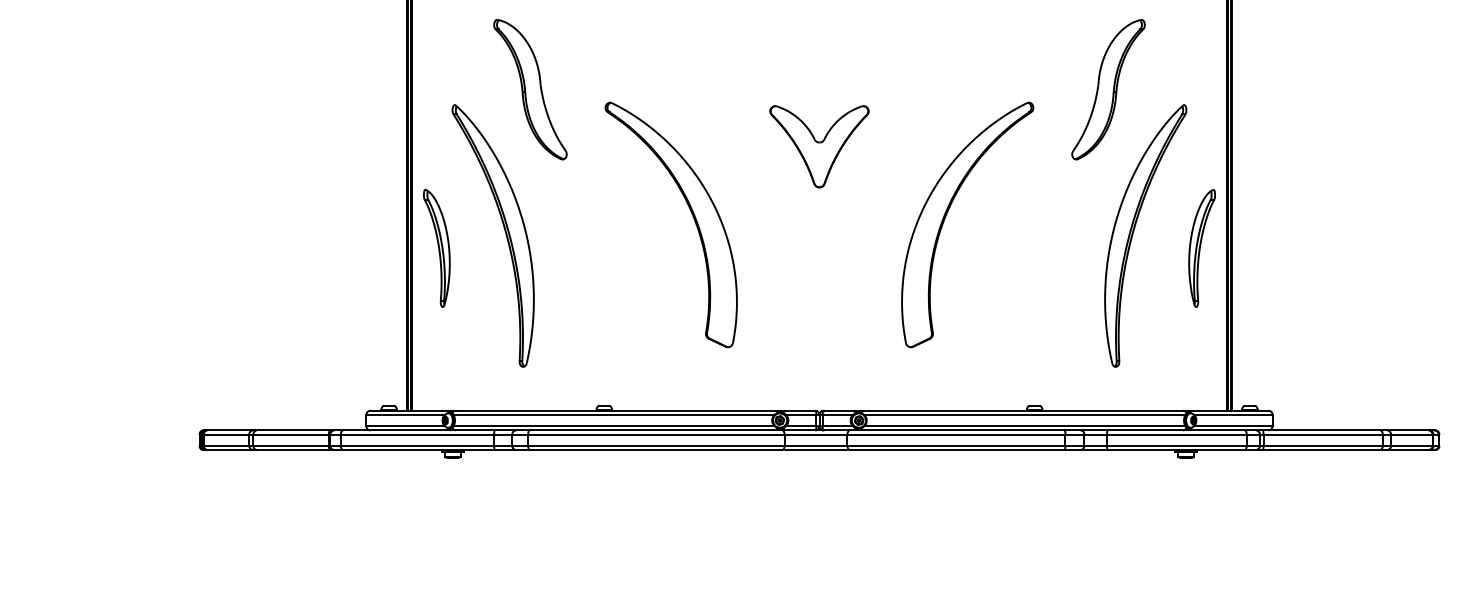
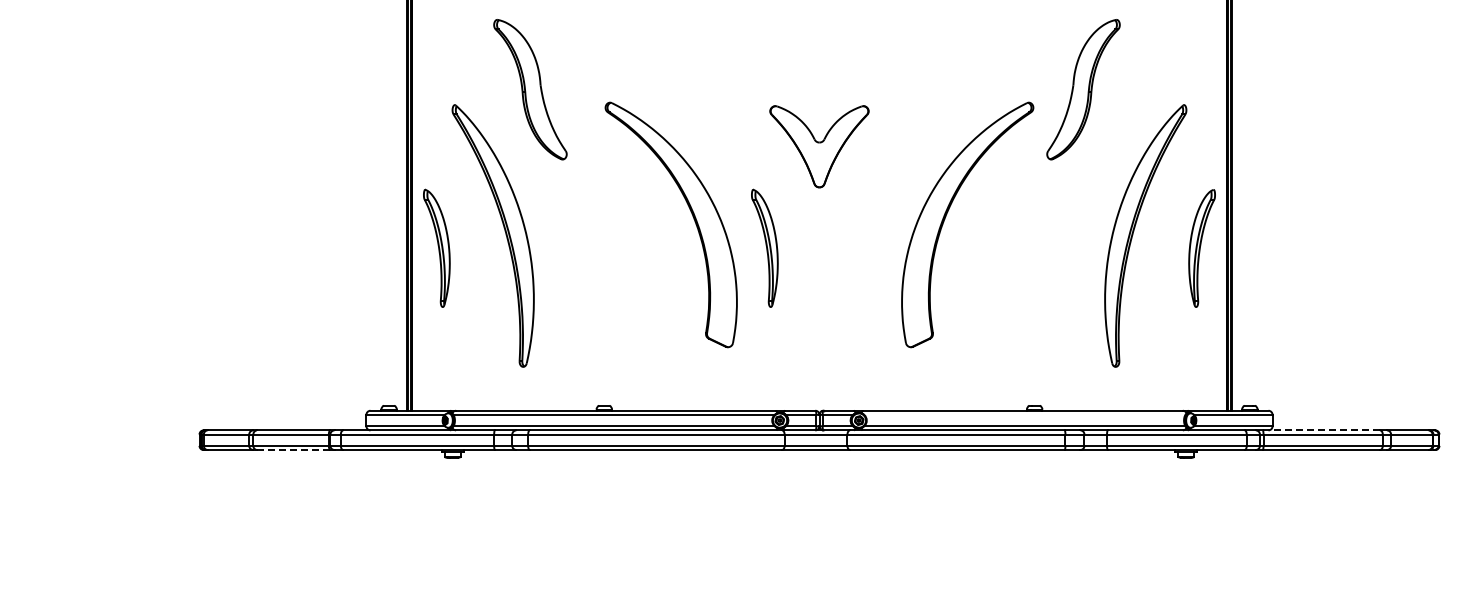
part at (1108, 89) position: (1108, 89) -> (1083, 89)
part at (764, 247): none -> present
line at (1024, 414): present -> none
line at (1321, 430): solid -> dashed
line at (293, 450): solid -> dashed
